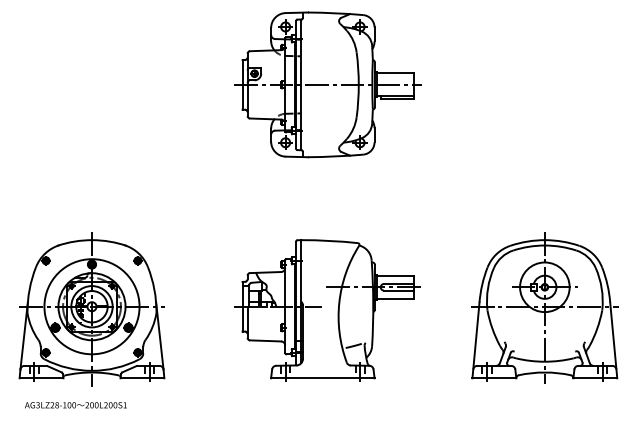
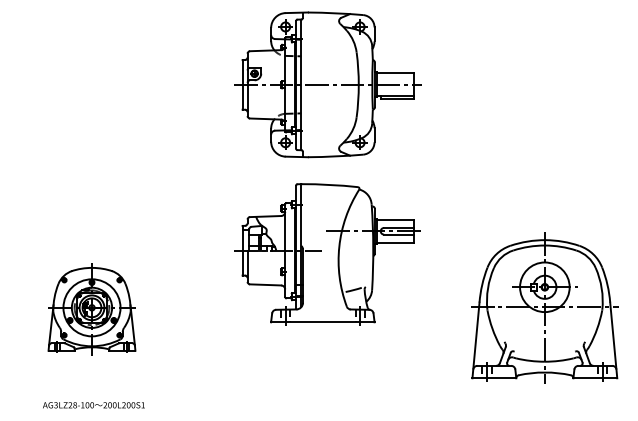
part at (91, 309) size: 148x155 px -> 90x93 px
part at (327, 310) position: (327, 310) -> (327, 254)
text at (75, 405) position: (75, 405) -> (93, 405)
